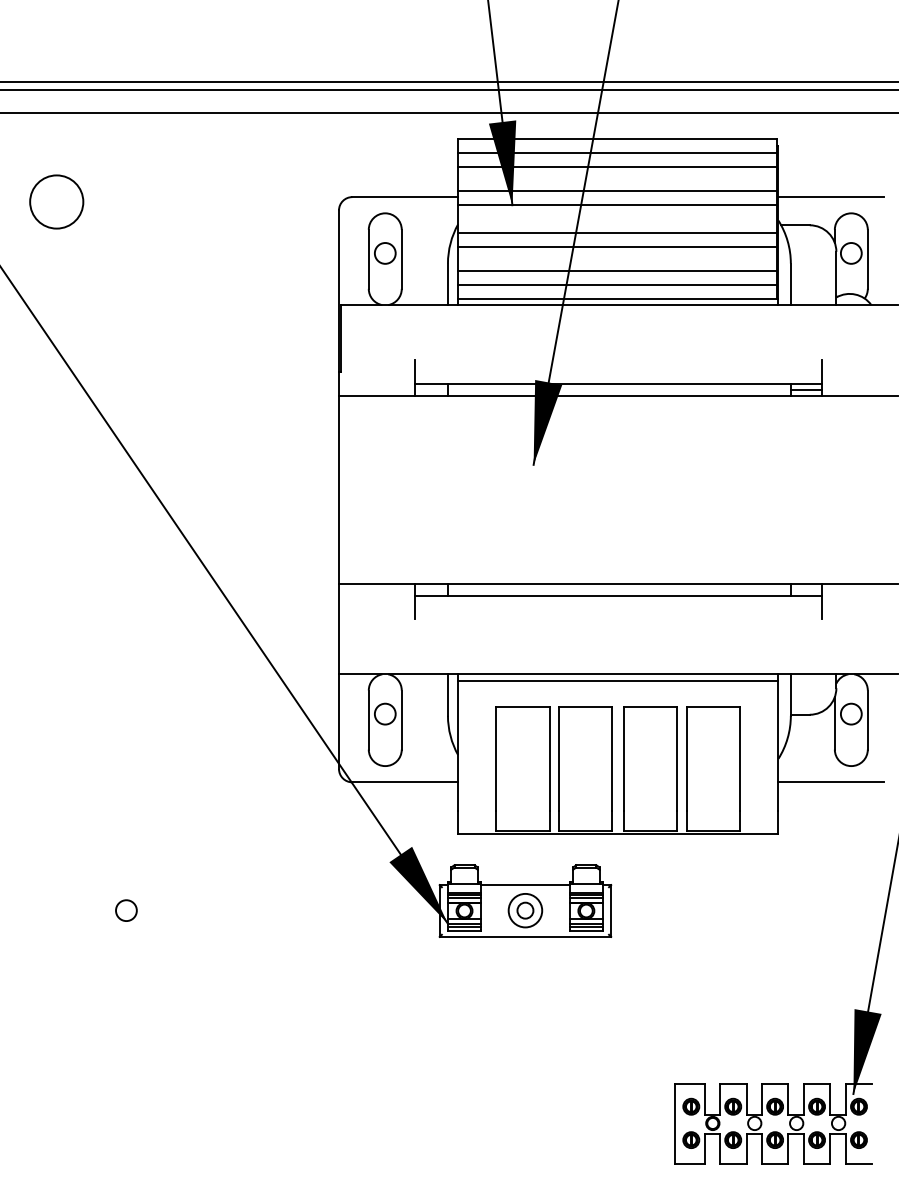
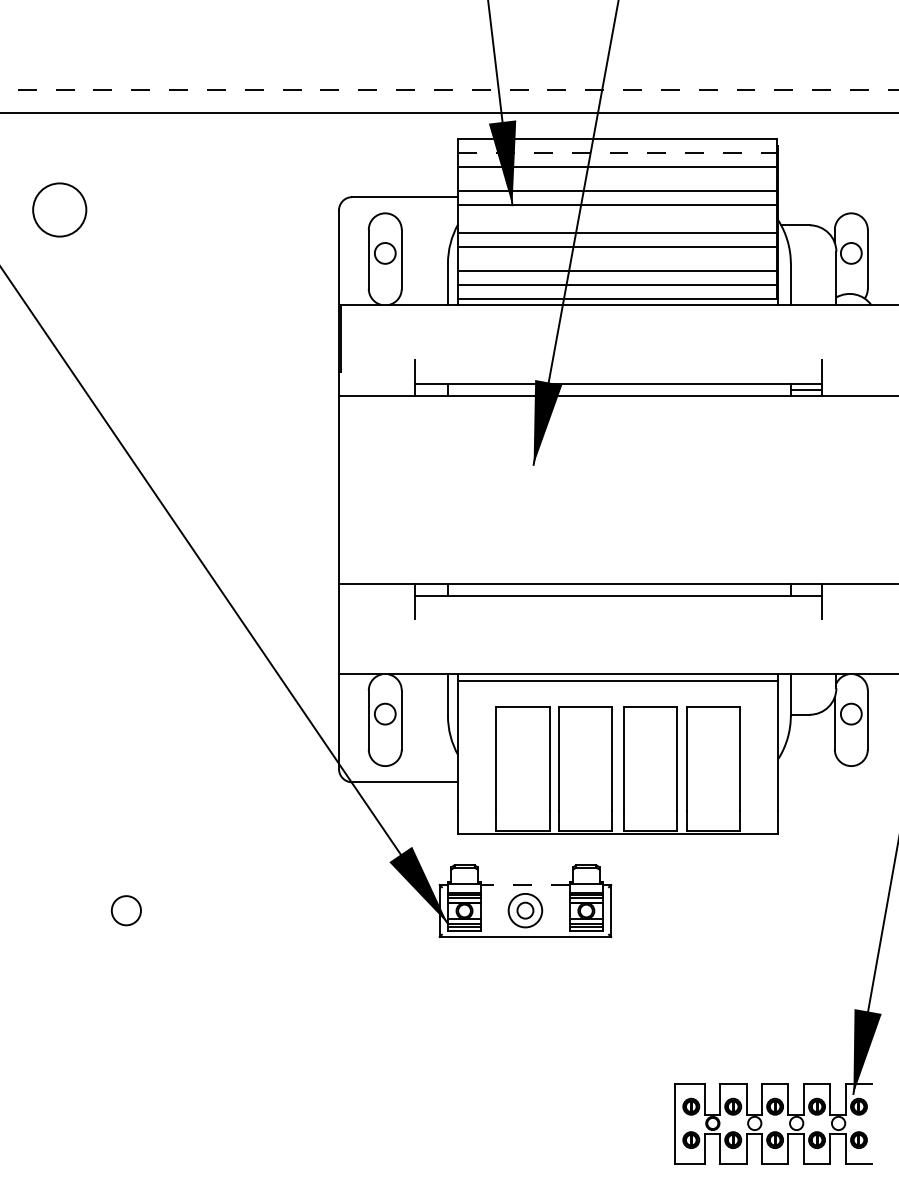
line at (448, 81): present -> none
line at (449, 90): solid -> dashed
line at (617, 153): solid -> dashed
line at (831, 197): present -> none
circle at (56, 201) position: (56, 201) -> (59, 209)
line at (831, 782): present -> none
line at (524, 885): solid -> dashed
circle at (126, 910) size: 23x23 px -> 32x32 px
